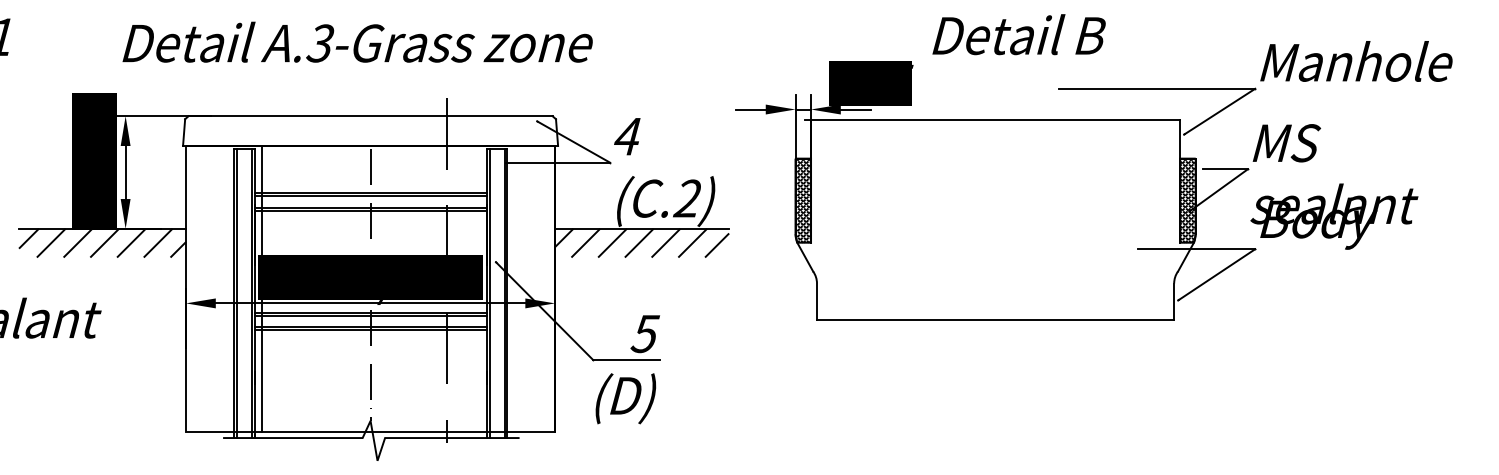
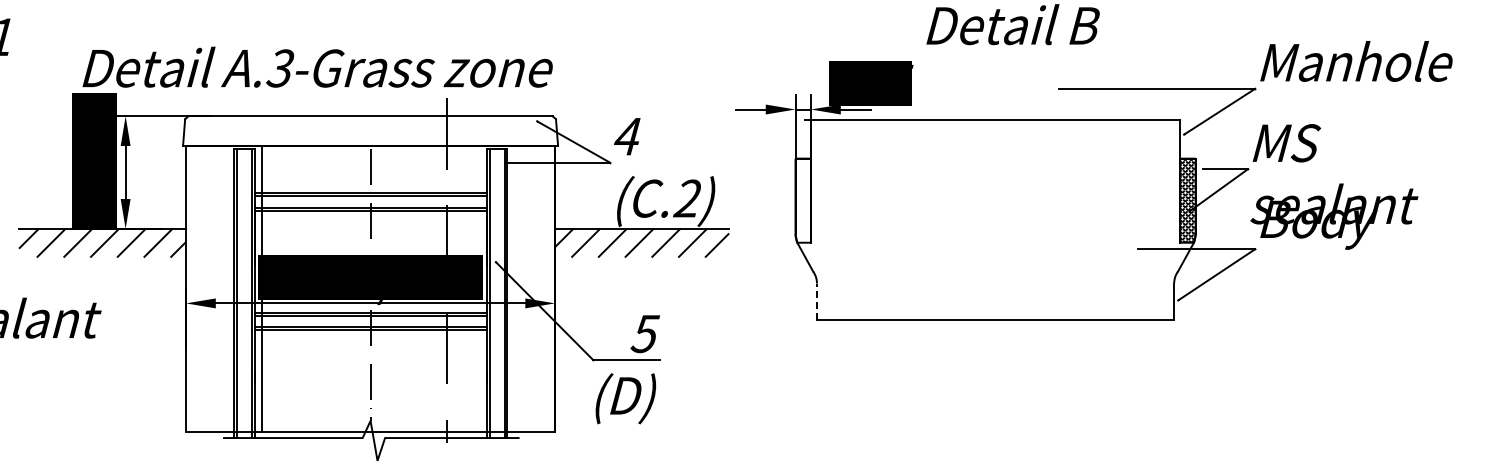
text at (1018, 34) position: (1018, 34) -> (1012, 24)
text at (357, 41) position: (357, 41) -> (317, 66)
hatch at (803, 200): present -> none
line at (817, 301): solid -> dashed
